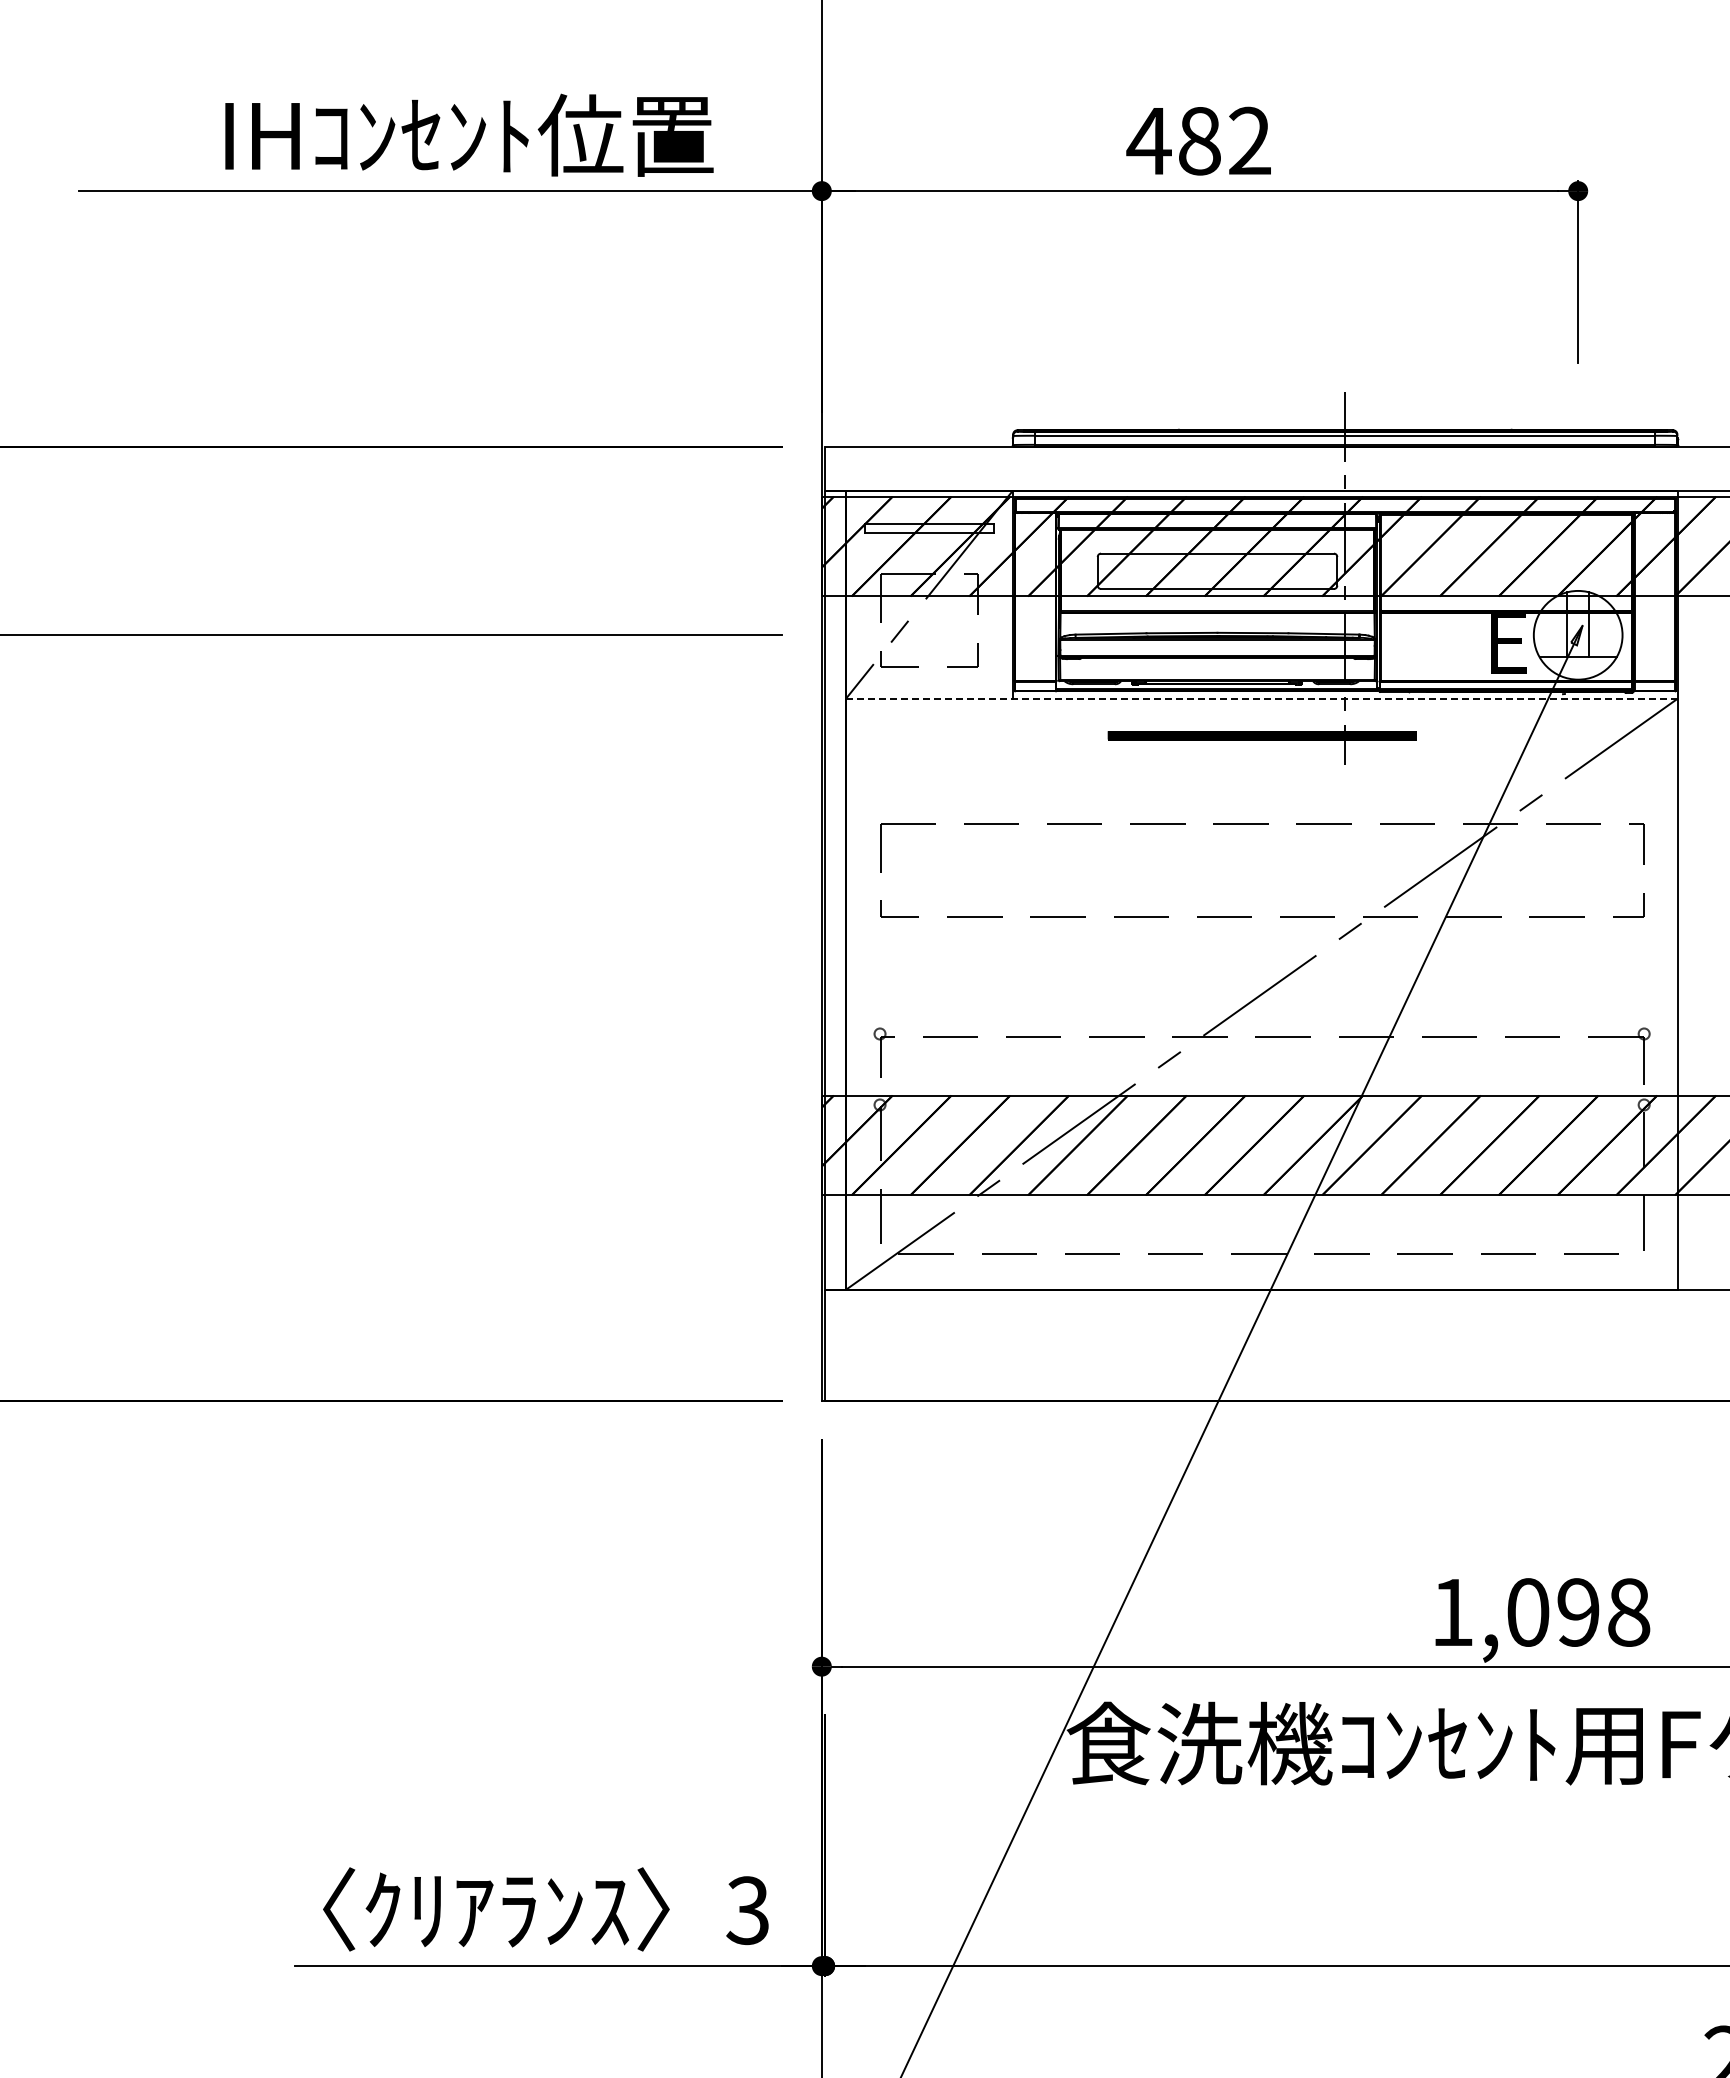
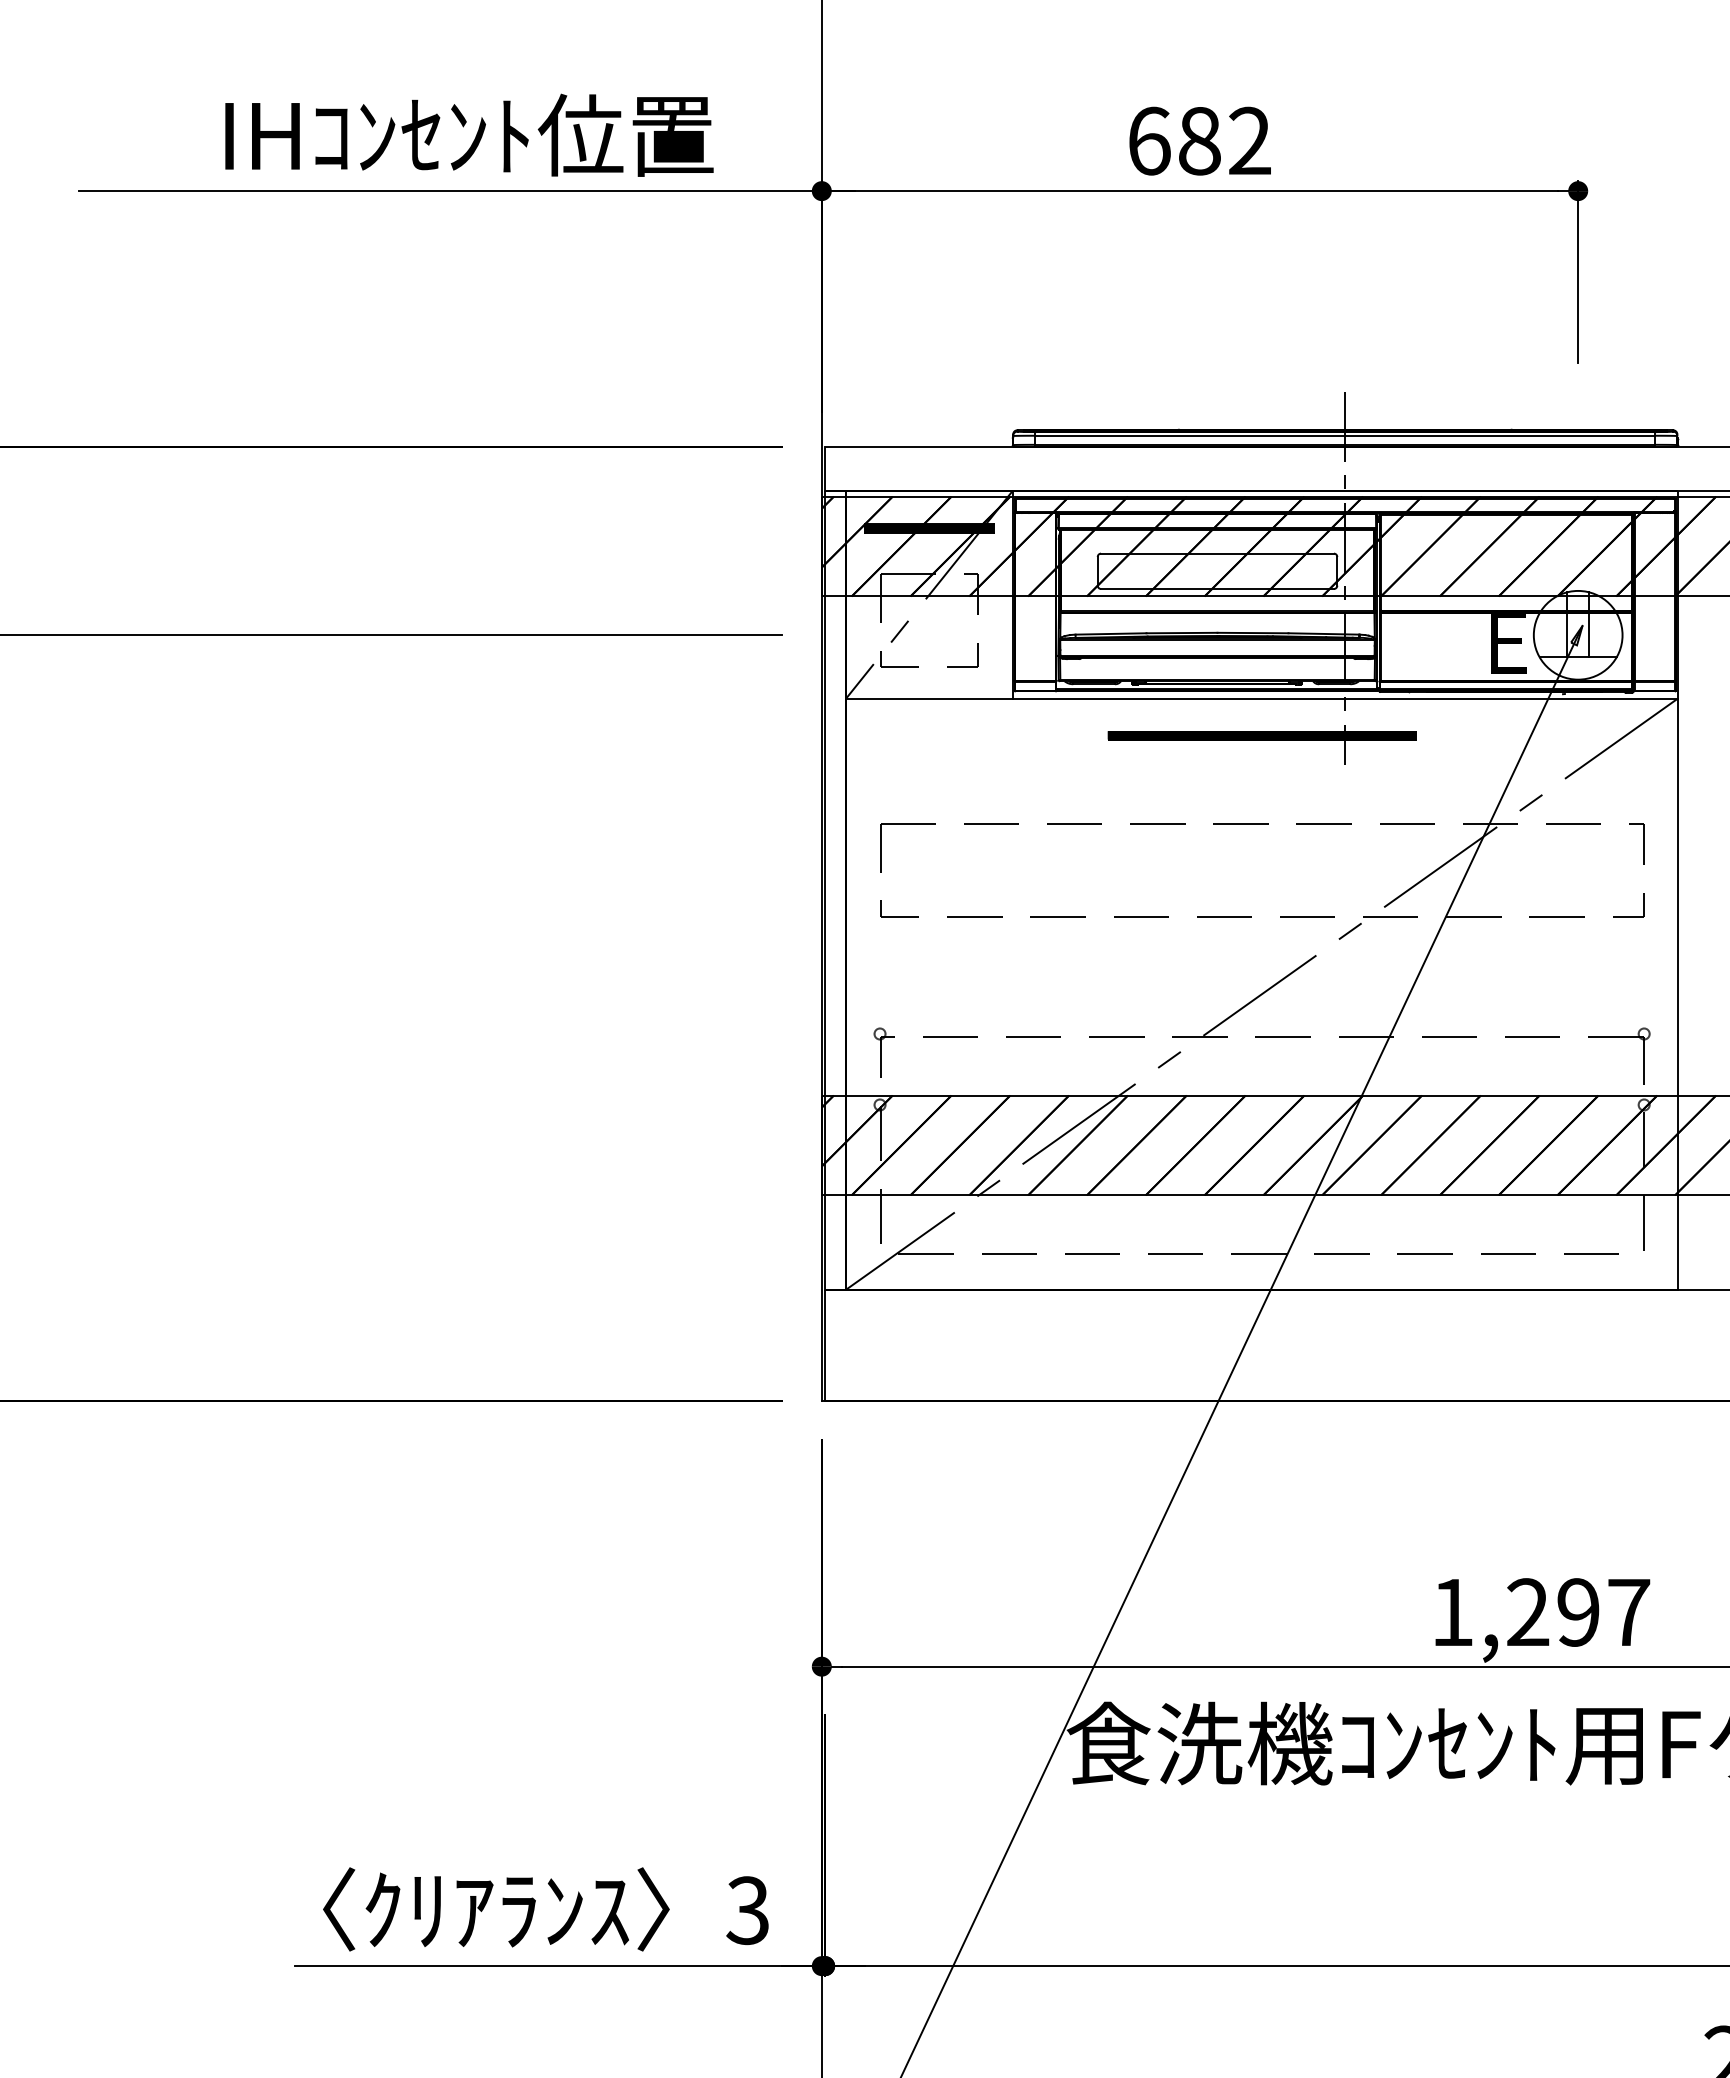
text at (1148, 140): 482 -> 682
hatch at (929, 528): none -> present
line at (1262, 698): dashed -> solid
text at (1578, 1612): 1,098 -> 1,297
